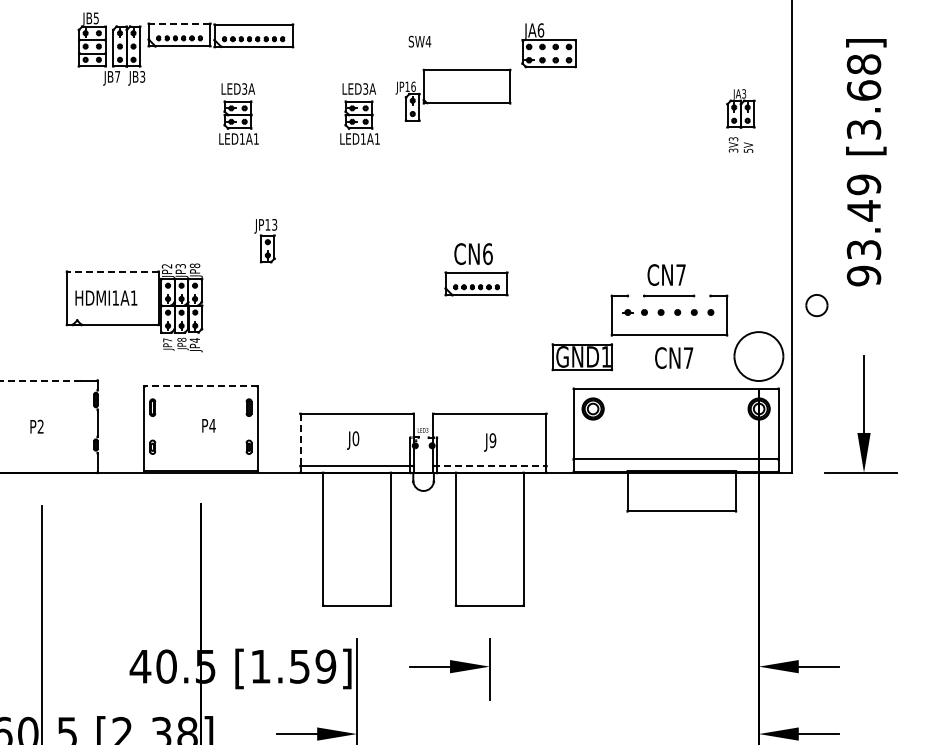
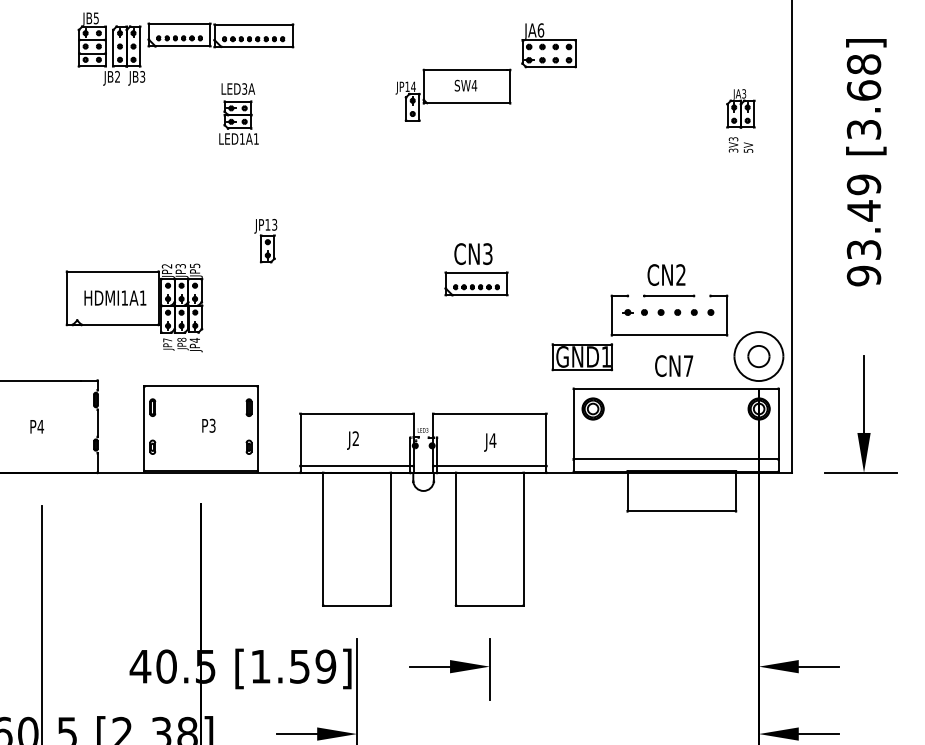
line at (179, 23): dashed -> solid
text at (419, 41) position: (419, 41) -> (465, 85)
text at (117, 76): JB7 -> JB2
text at (413, 86): JP16 -> JP14
part at (359, 113): present -> none
text at (487, 254): CN6 -> CN3
text at (194, 265): JP8 -> JP5
line at (112, 271): dashed -> solid
text at (680, 274): CN7 -> CN2
text at (106, 297) position: (106, 297) -> (115, 297)
part at (816, 305) position: (816, 305) -> (758, 356)
text at (674, 357) position: (674, 357) -> (674, 365)
line at (40, 380): dashed -> solid
line at (201, 386): dashed -> solid
text at (212, 425): P4 -> P3
text at (40, 426): P2 -> P4
text at (355, 438): J0 -> J2
line at (300, 440): dashed -> solid
text at (492, 440): J9 -> J4
line at (489, 466): dashed -> solid
